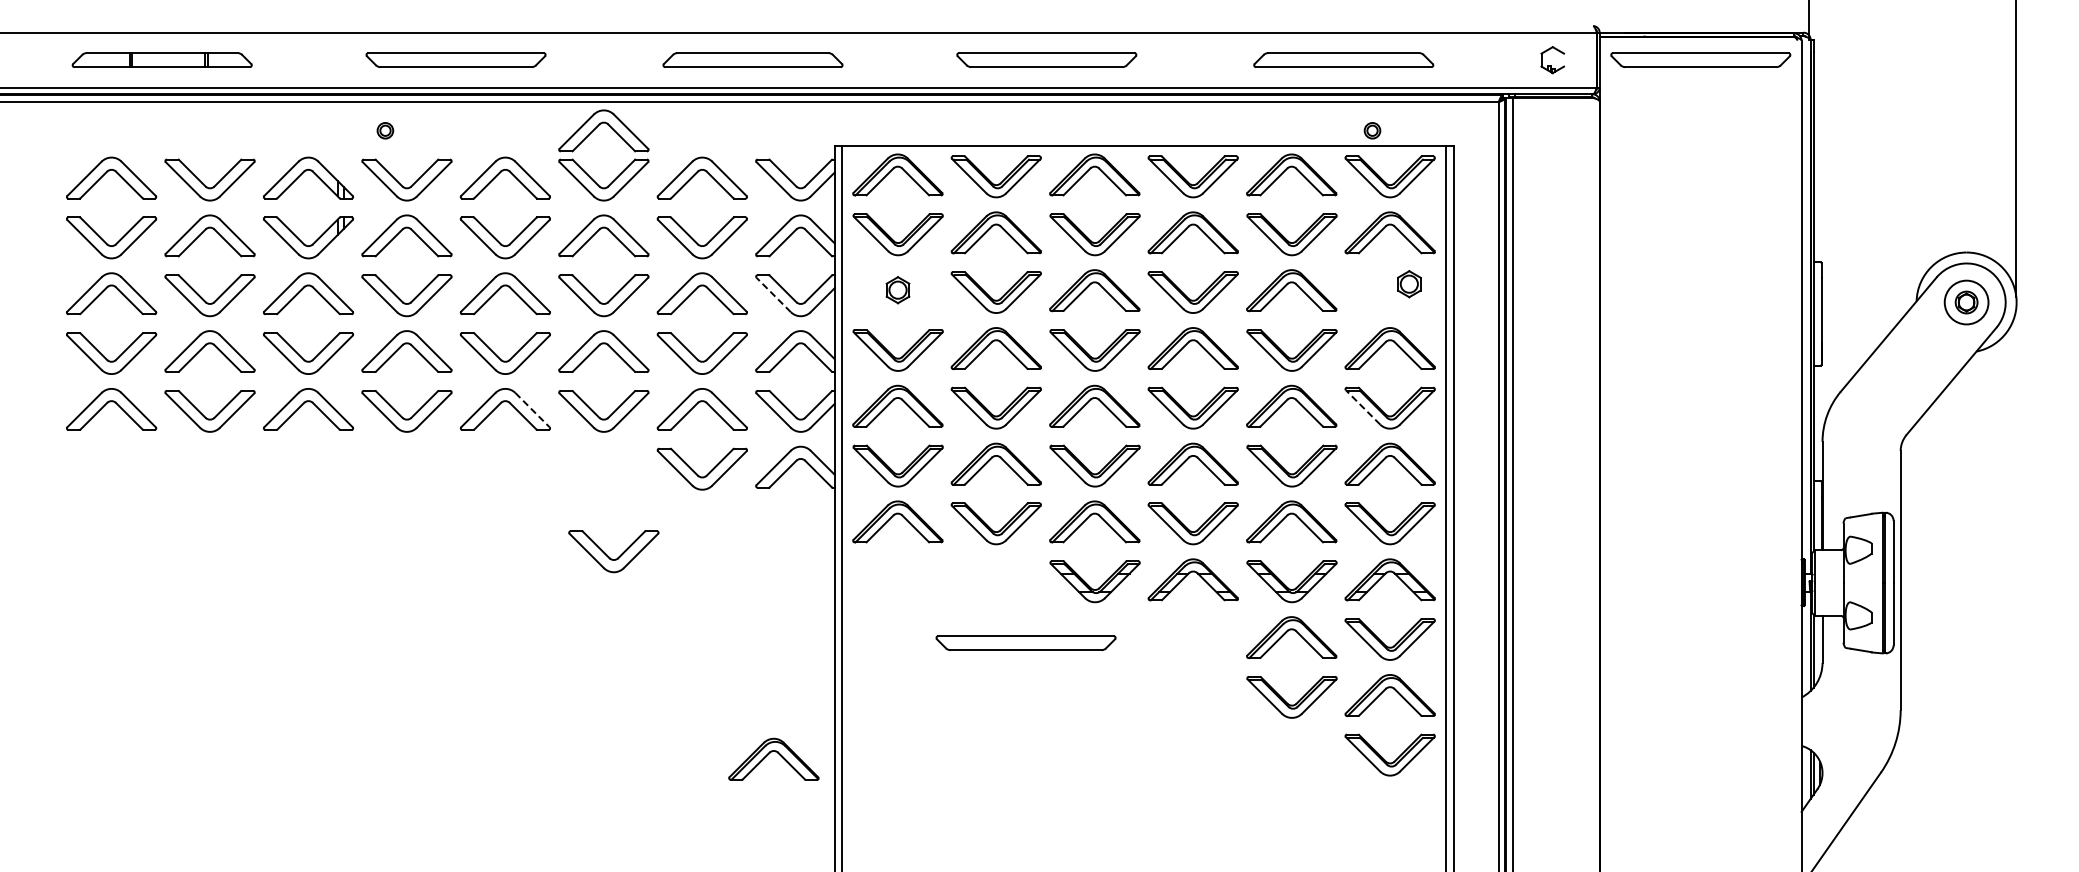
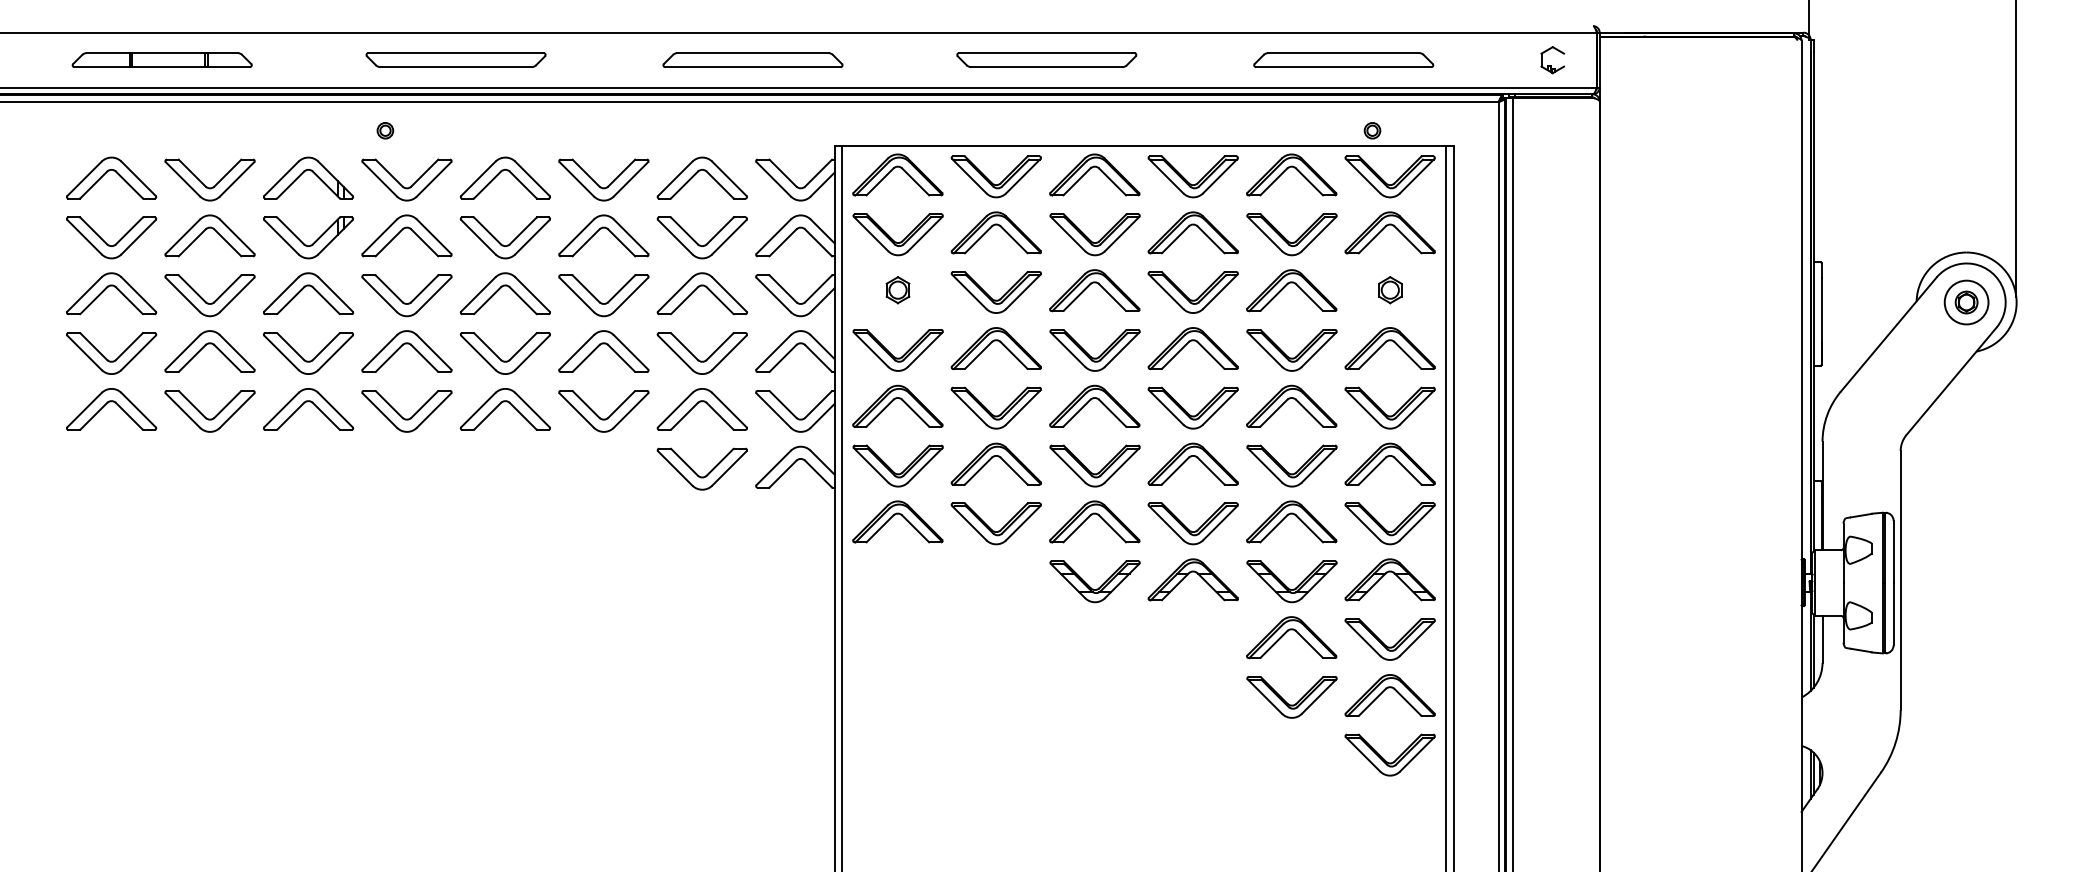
part at (1700, 59): present -> none
part at (601, 124): present -> none
part at (1409, 284) position: (1409, 284) -> (1390, 290)
line at (773, 294): dashed -> solid
line at (1362, 407): dashed -> solid
line at (532, 410): dashed -> solid
part at (608, 555): present -> none
part at (1025, 642): present -> none
part at (773, 758): present -> none
